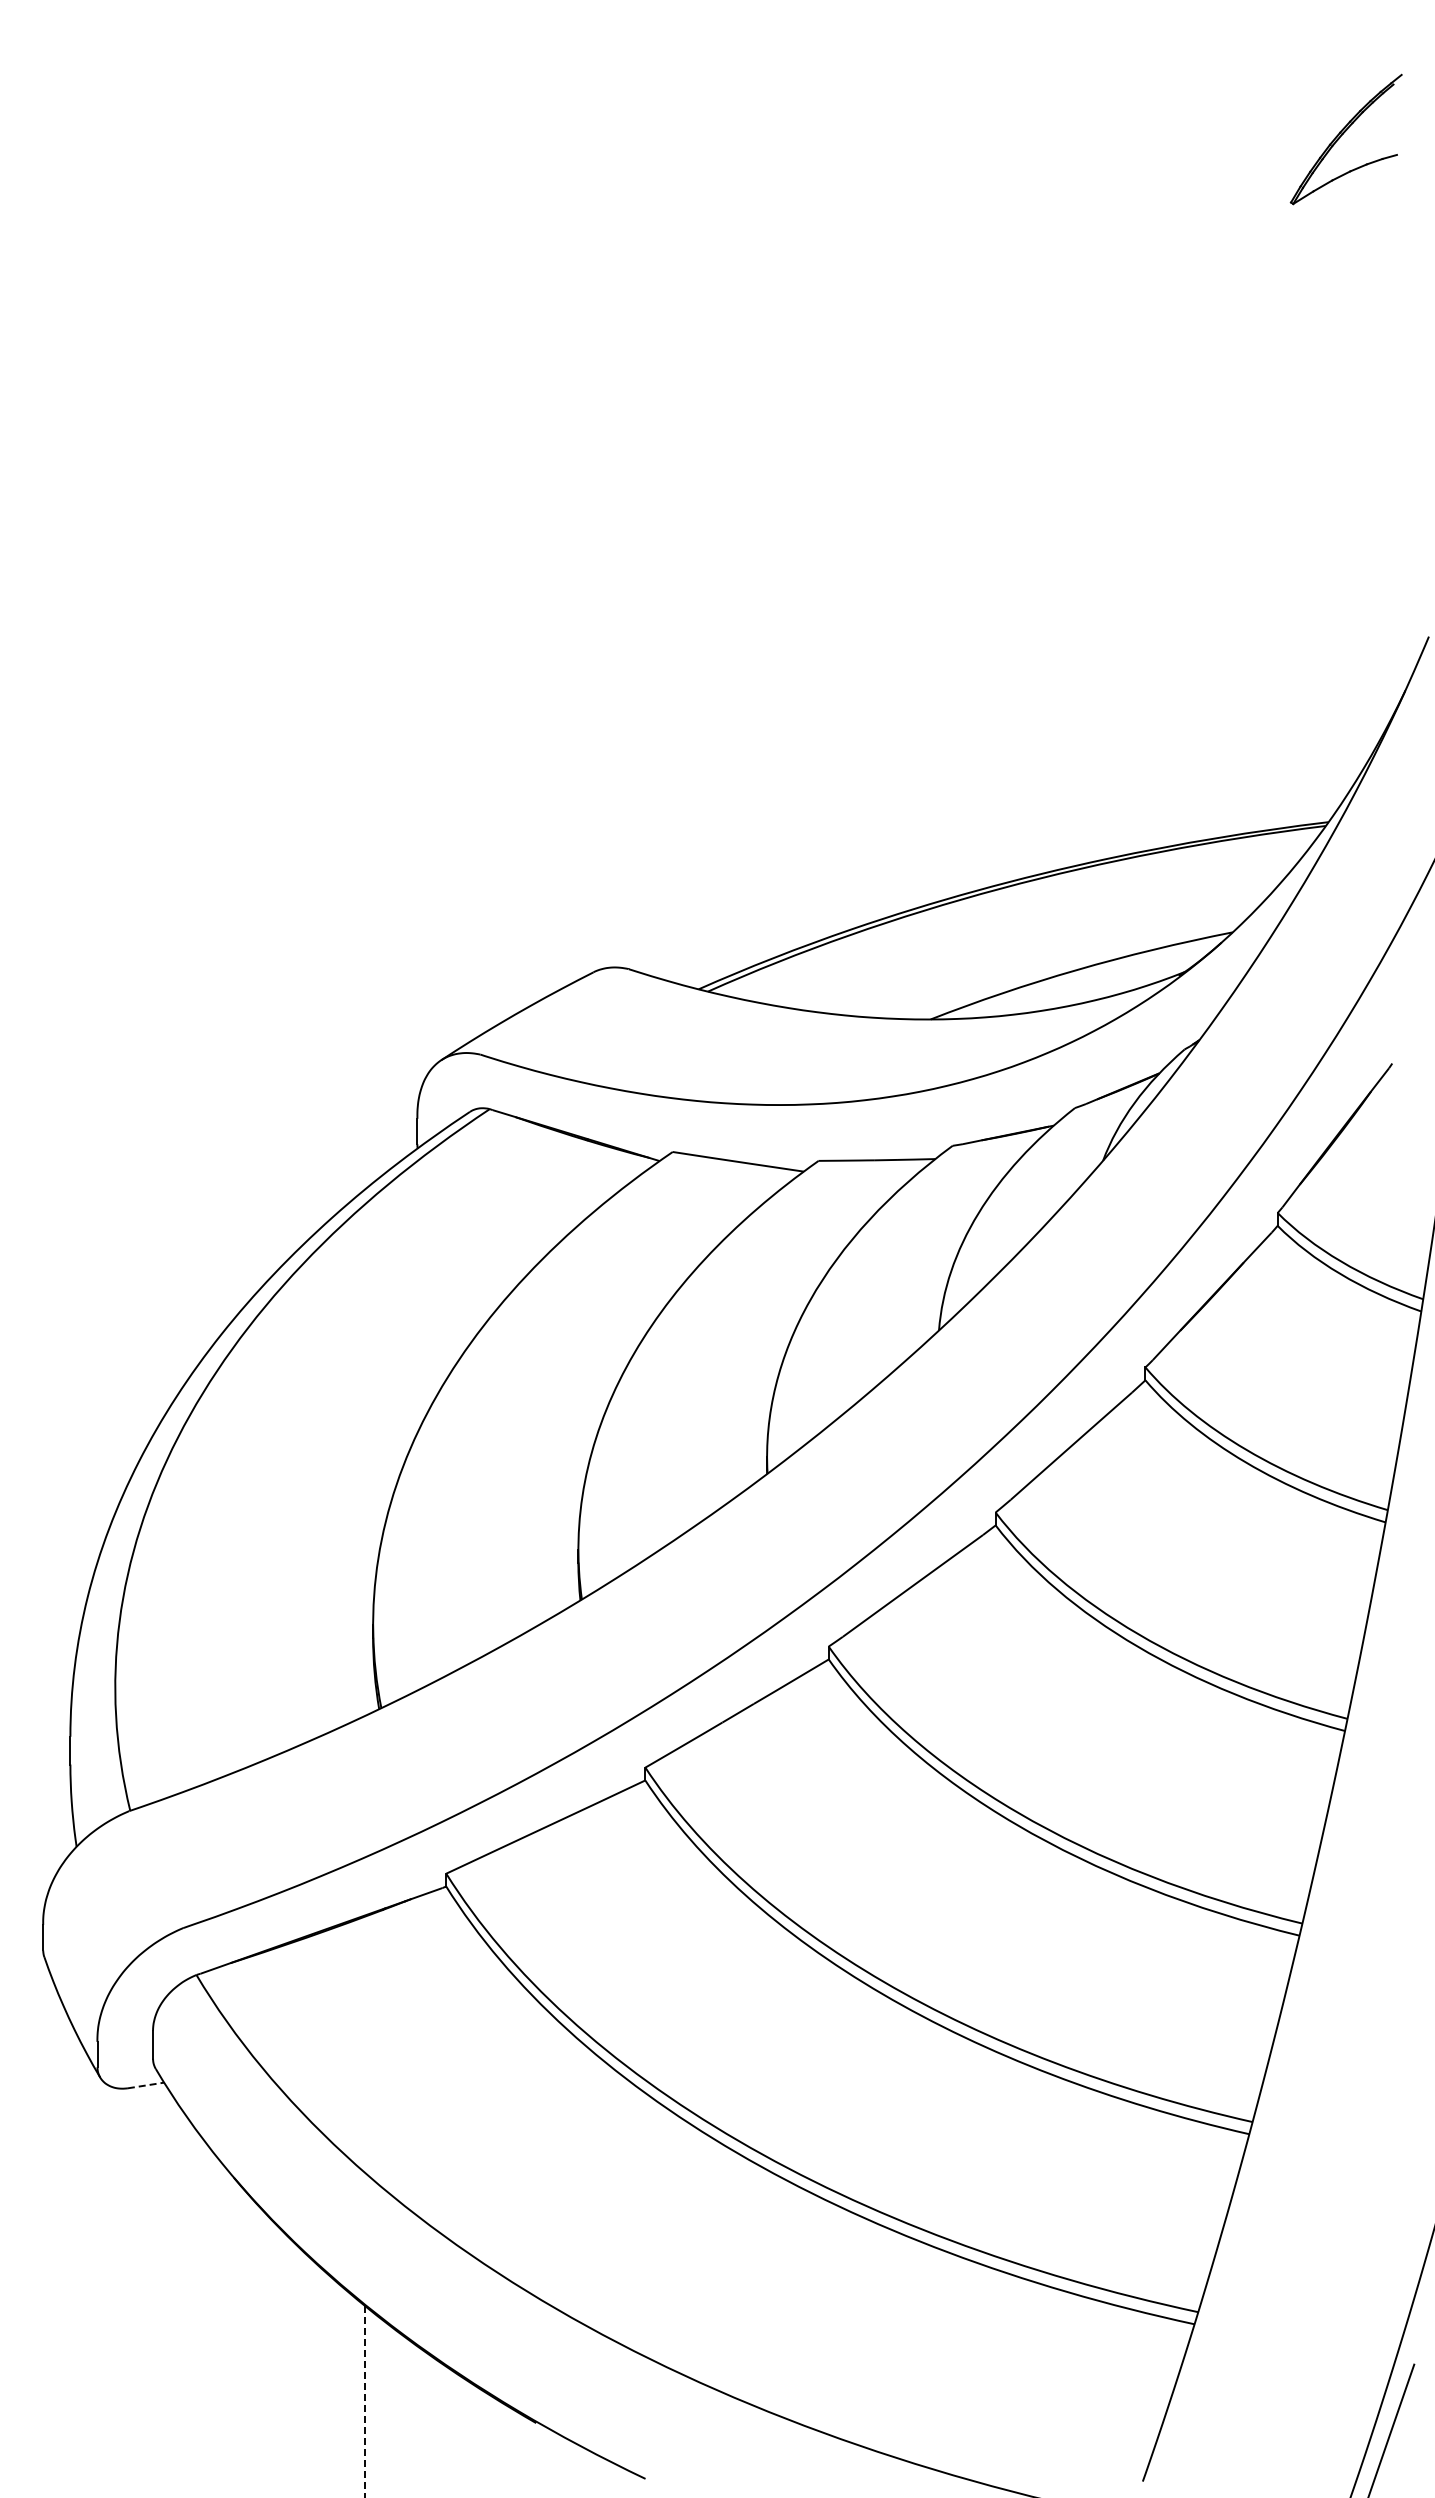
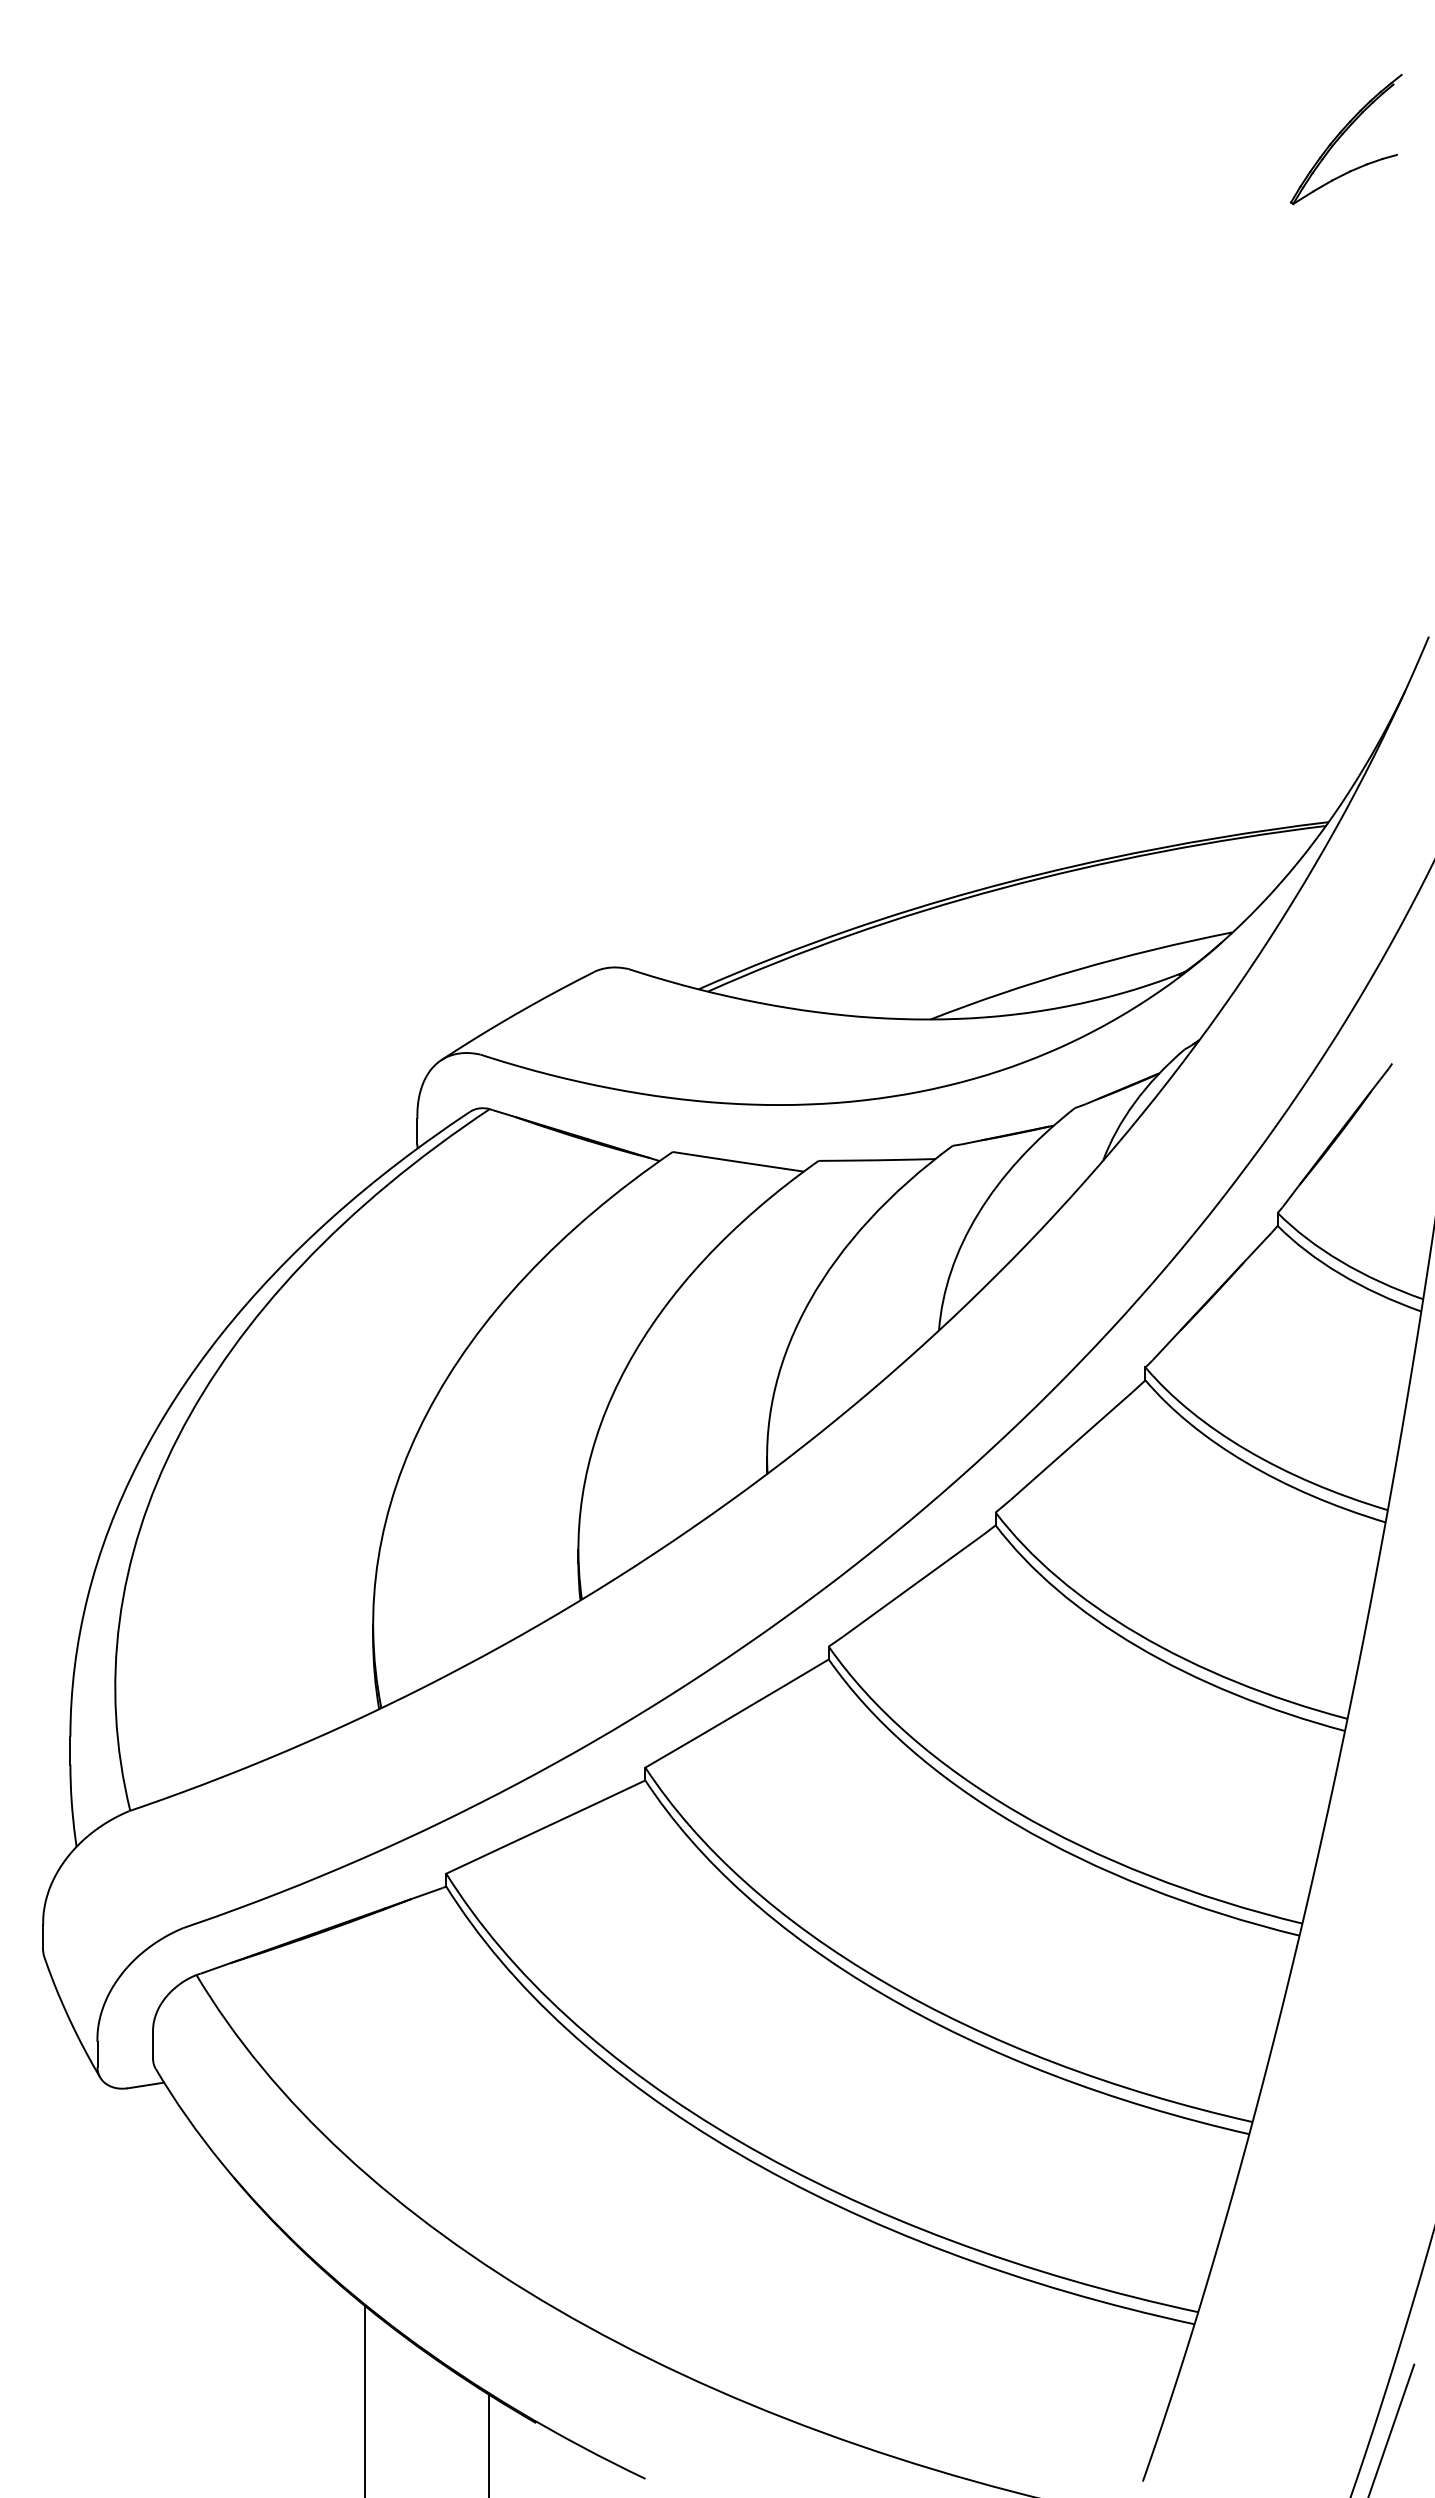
line at (146, 2085): dashed -> solid
line at (365, 2402): dashed -> solid
line at (489, 2444): none -> present
